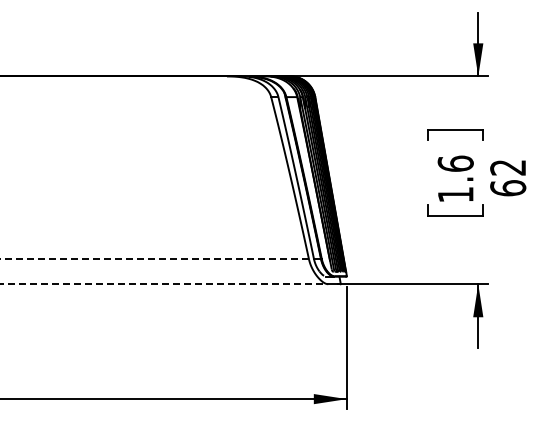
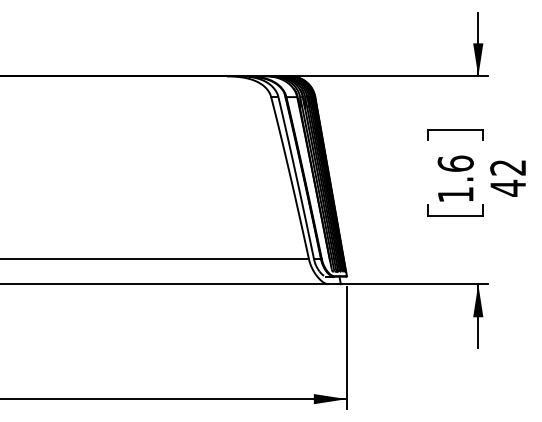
text at (508, 187): 62 -> 42
line at (154, 259): dashed -> solid
line at (164, 284): dashed -> solid
